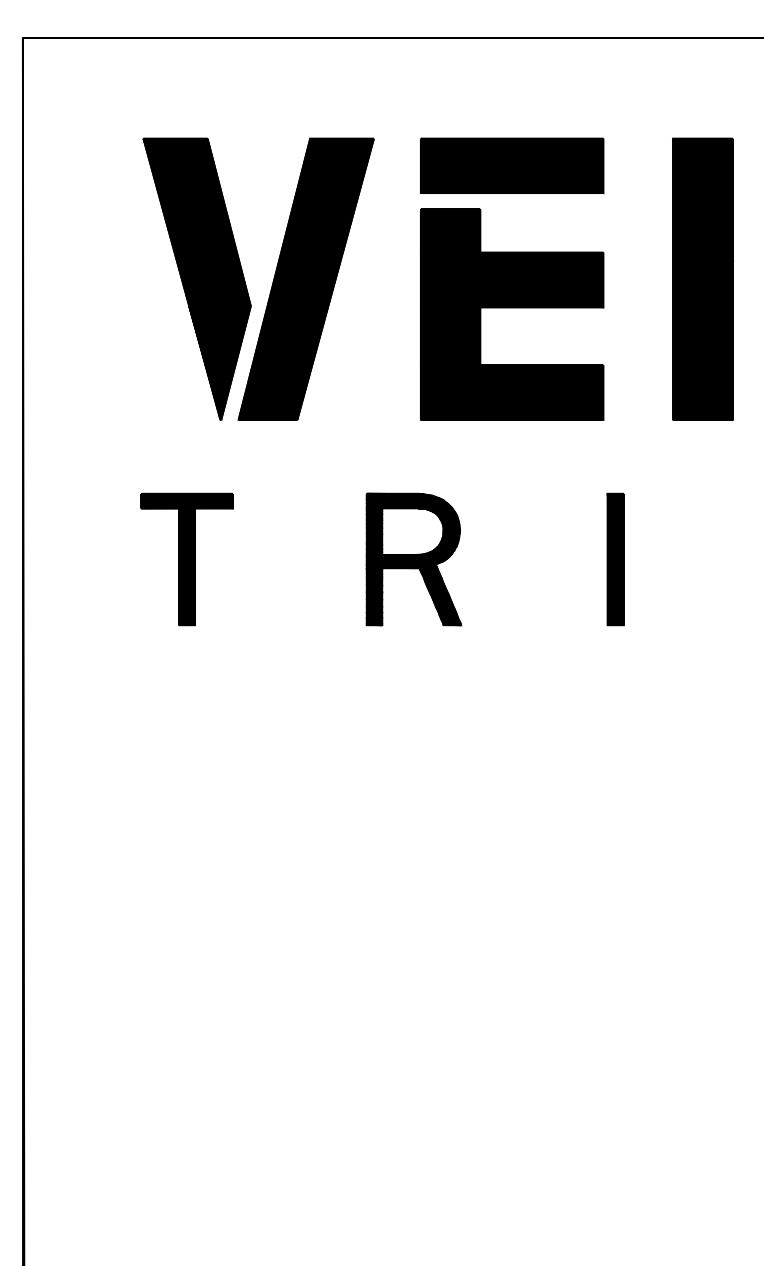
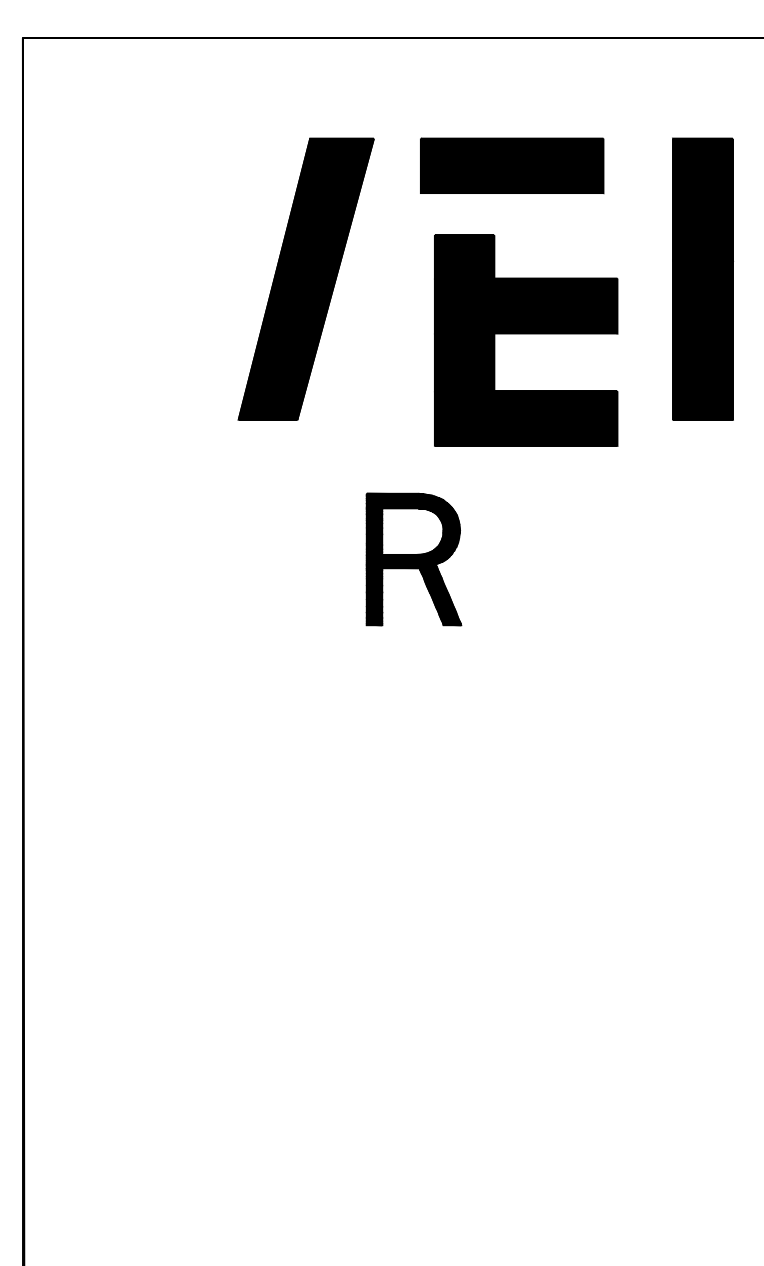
part at (196, 278): present -> none
part at (511, 314) position: (511, 314) -> (525, 340)
part at (186, 559): present -> none
part at (615, 559): present -> none
